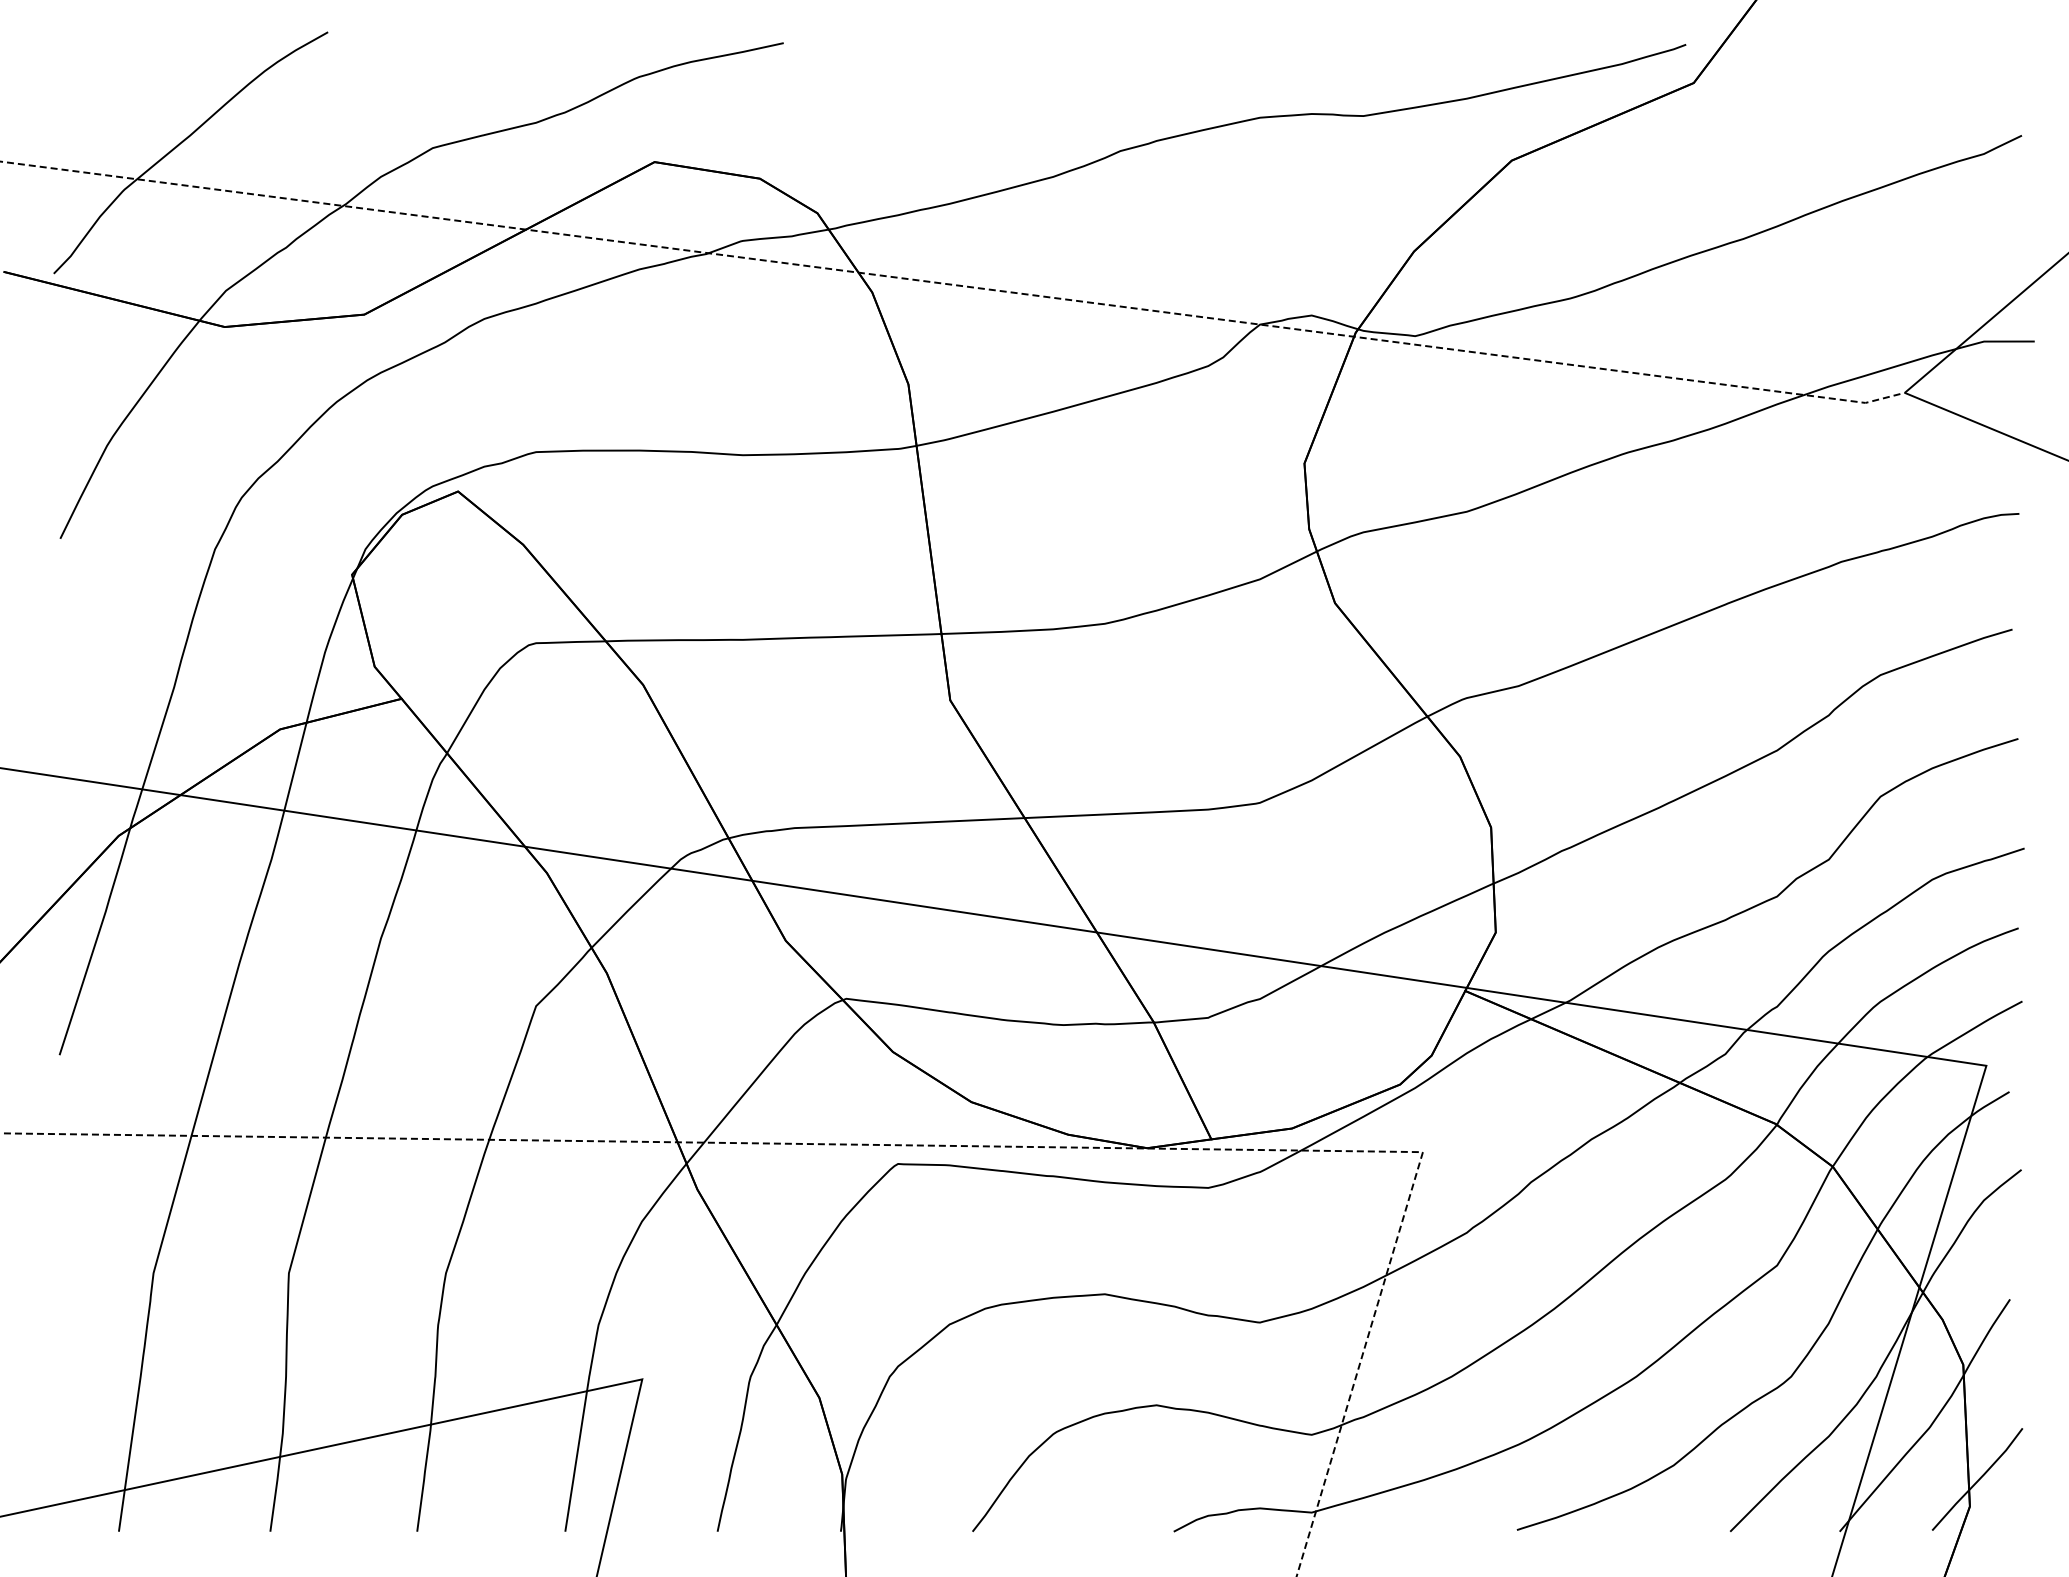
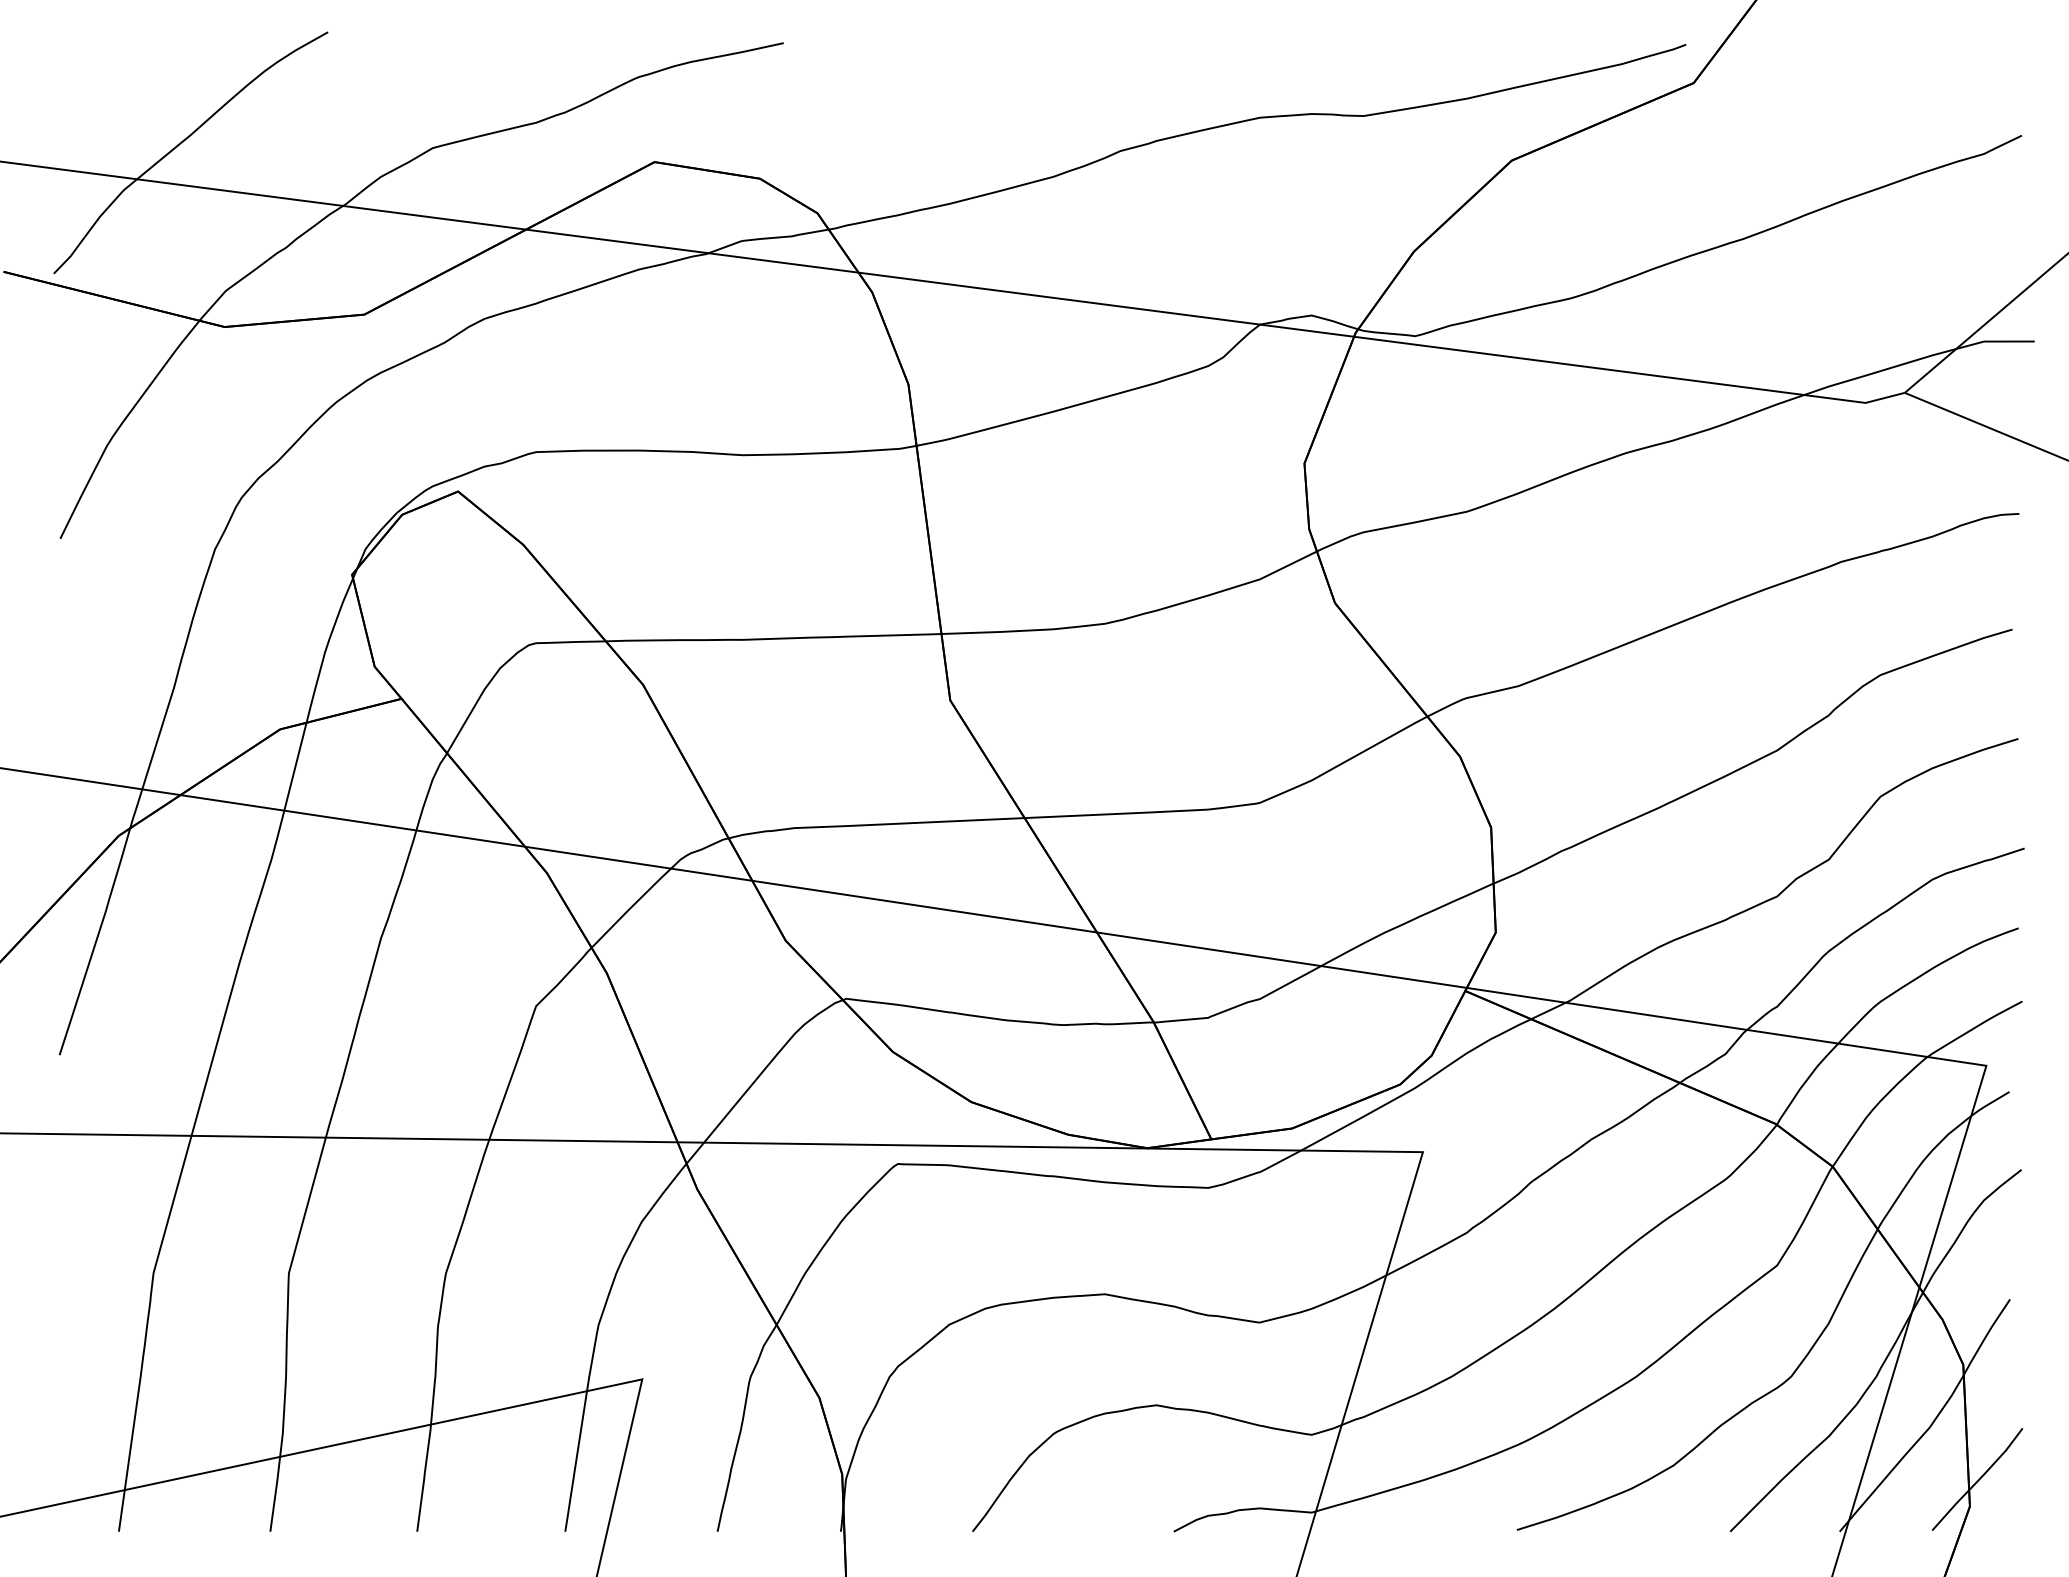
line at (954, 285): dashed -> solid
line at (933, 1145): dashed -> solid
